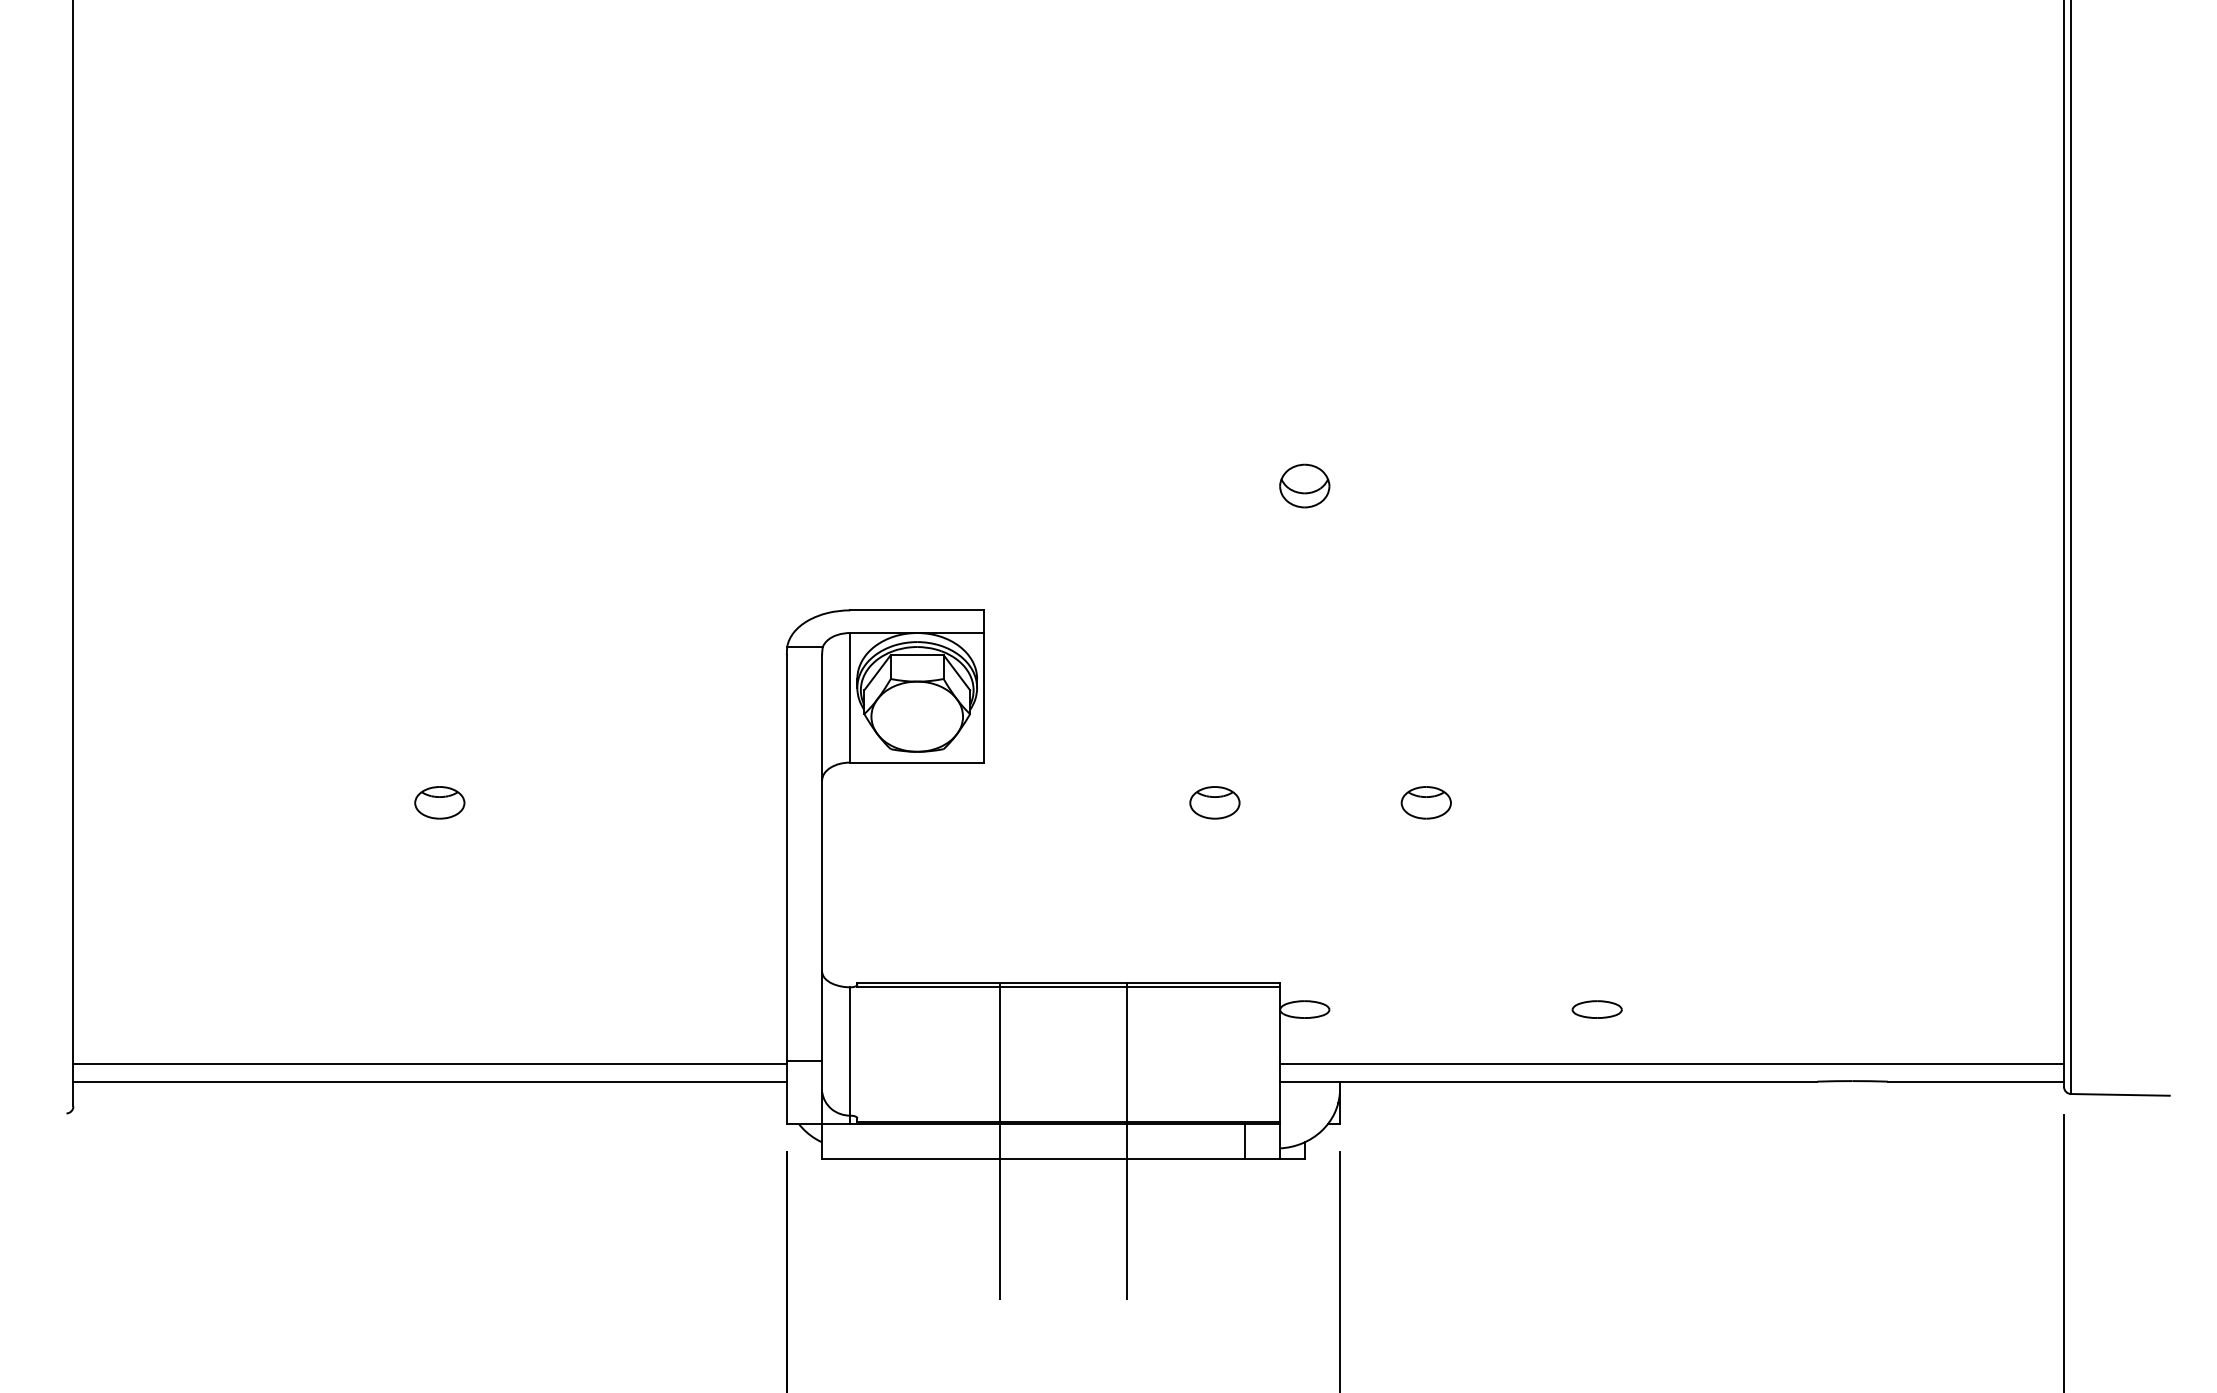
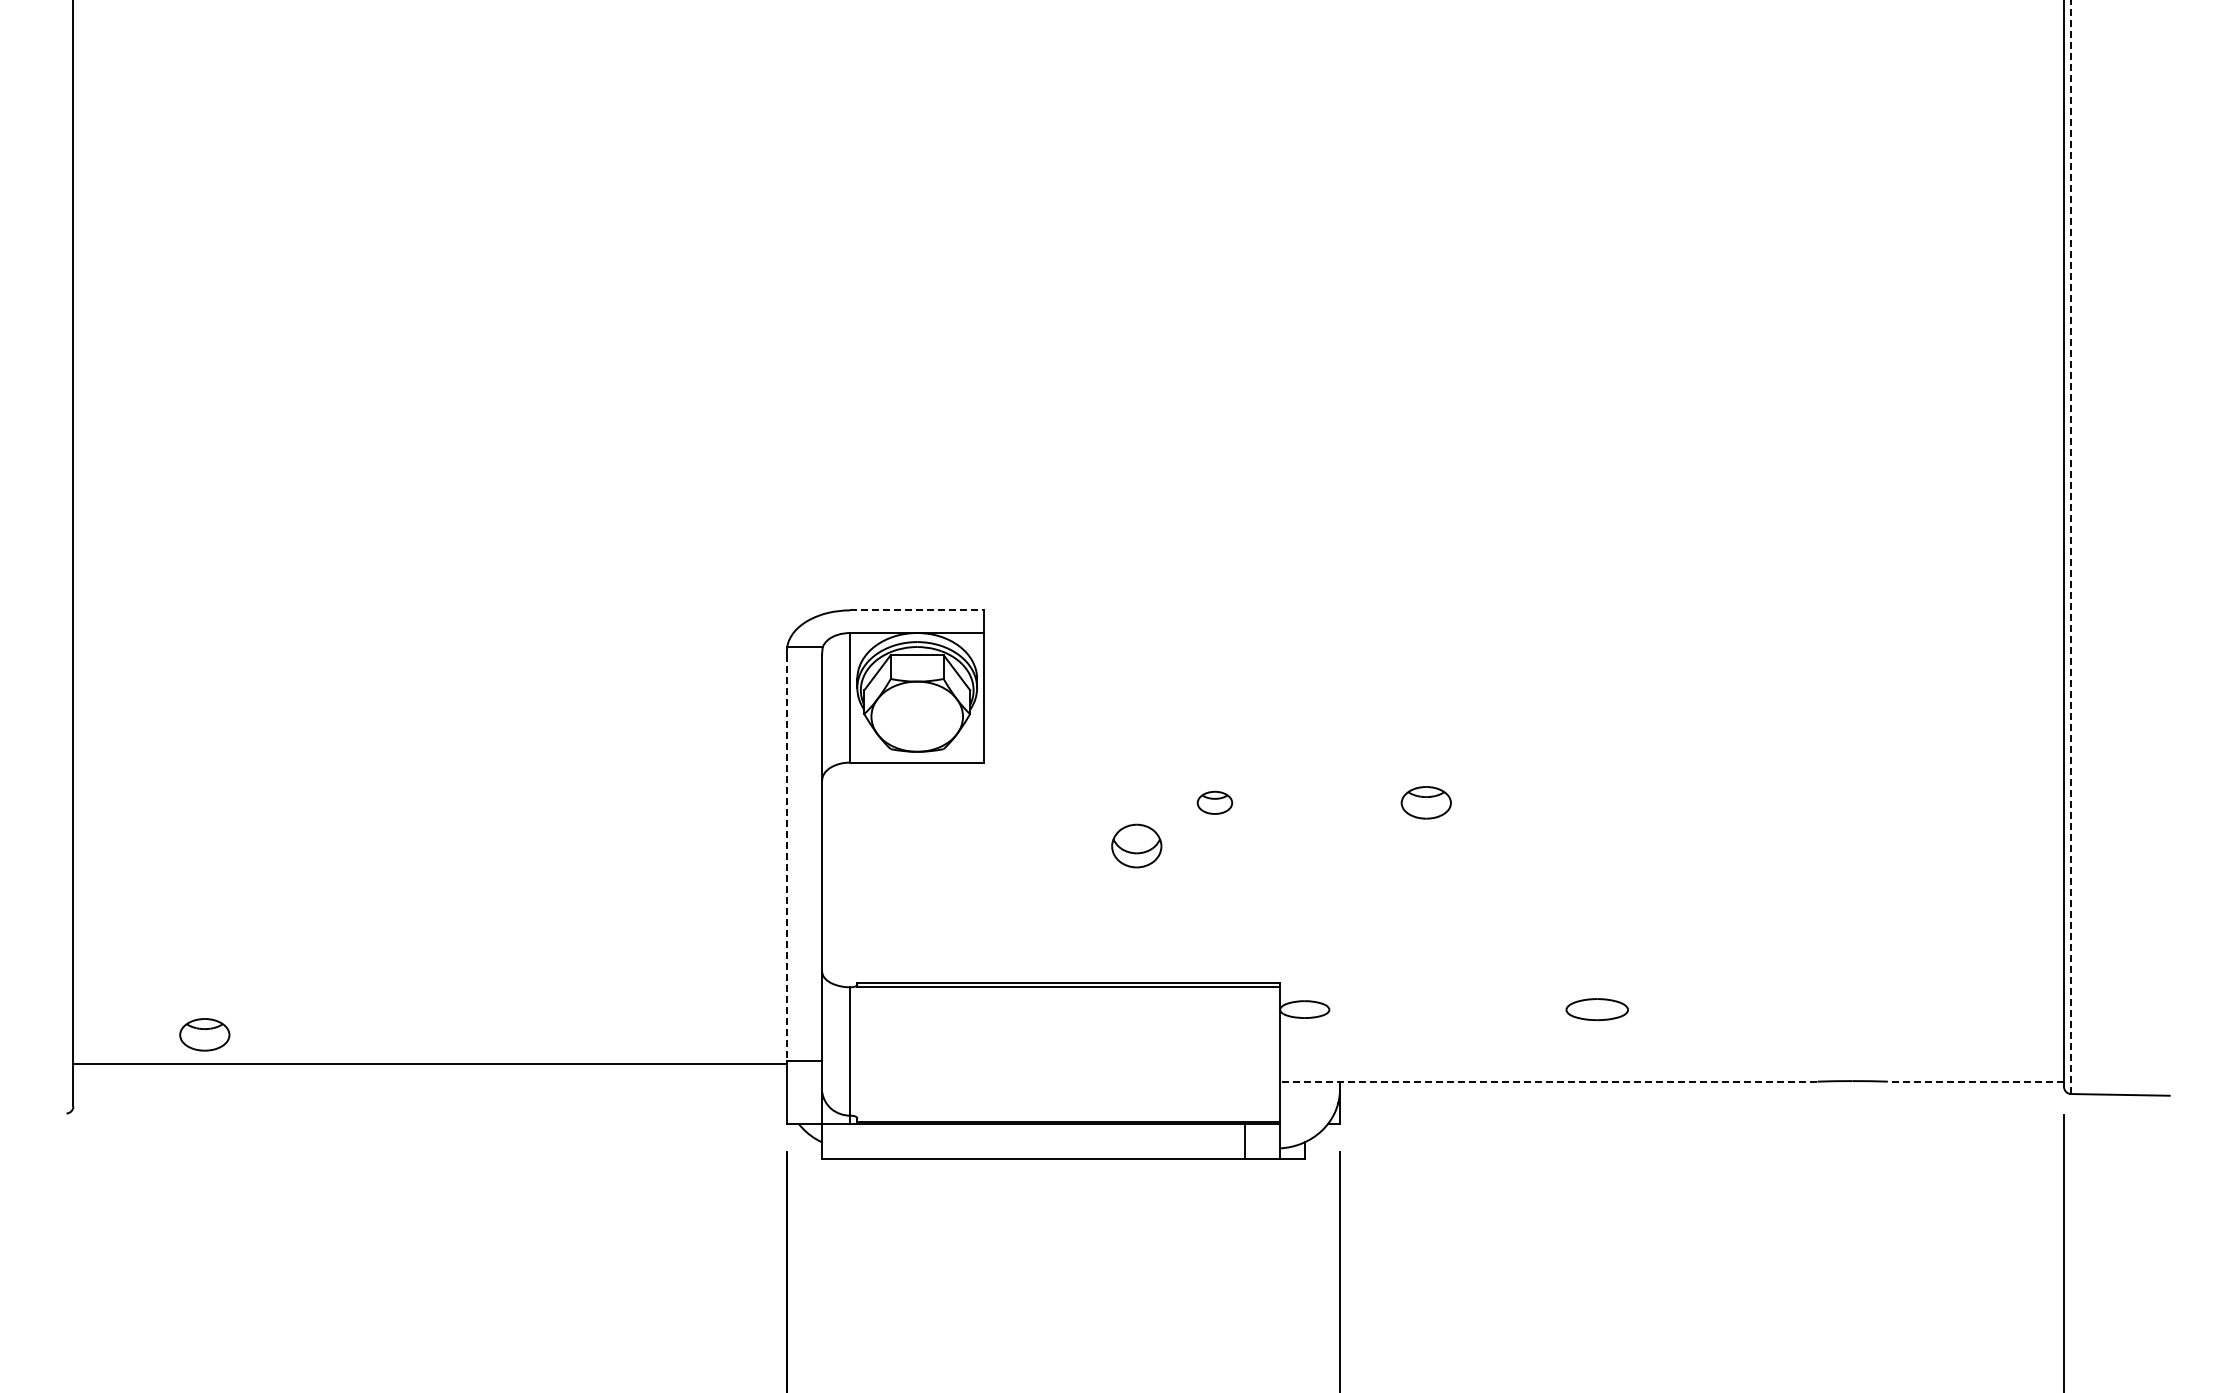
part at (1304, 485) position: (1304, 485) -> (1136, 845)
line at (2070, 547): solid -> dashed
line at (917, 610): solid -> dashed
part at (439, 802) position: (439, 802) -> (204, 1034)
part at (1214, 802) size: 52x34 px -> 38x25 px
line at (786, 857): solid -> dashed
part at (1596, 1009) size: 52x19 px -> 64x24 px
line at (1672, 1063): present -> none
line at (429, 1081): present -> none
line at (1548, 1081): solid -> dashed
line at (1975, 1081): solid -> dashed
line at (1000, 1141): present -> none
line at (1126, 1141): present -> none
